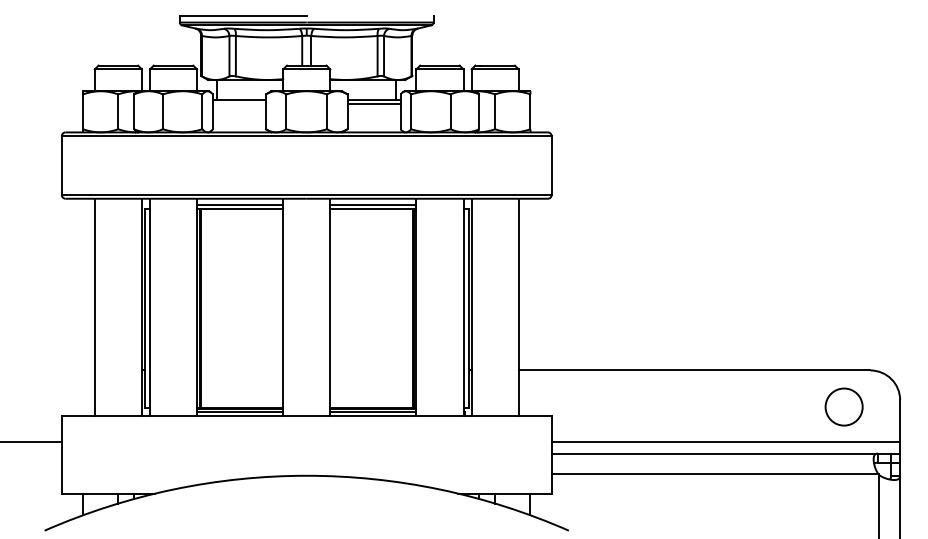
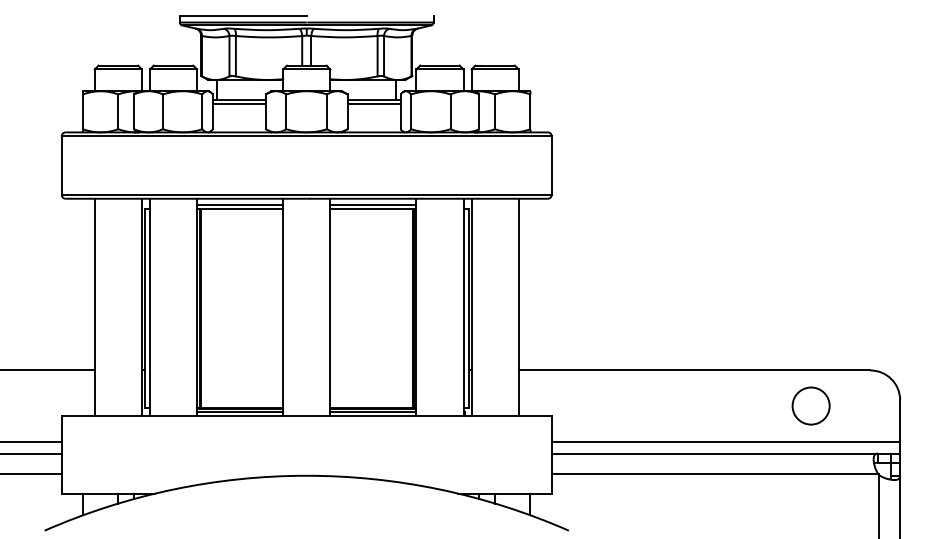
line at (238, 103): none -> present
line at (48, 370): none -> present
circle at (843, 406) position: (843, 406) -> (810, 405)
line at (31, 453): none -> present
line at (31, 474): none -> present
